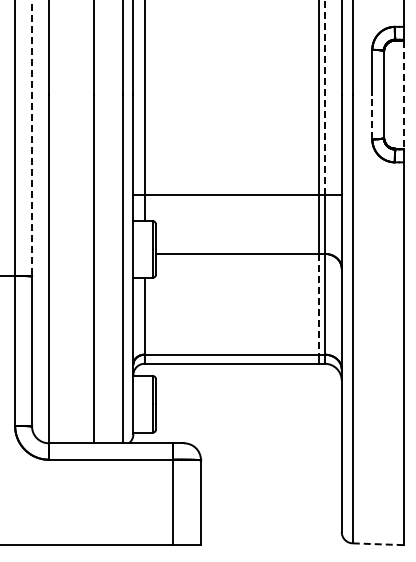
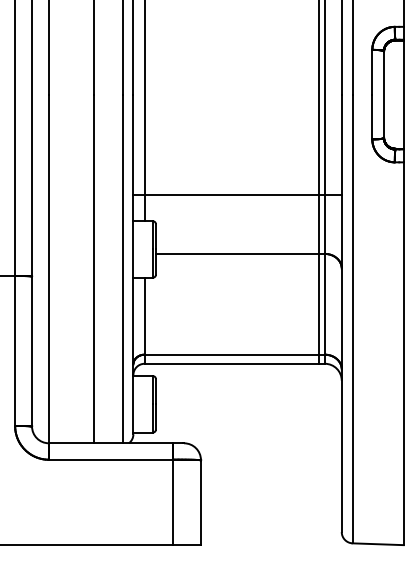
line at (403, 95): dashed -> solid
line at (324, 97): dashed -> solid
line at (372, 116): dashed -> solid
line at (32, 138): dashed -> solid
line at (319, 304): dashed -> solid
line at (378, 544): dashed -> solid
